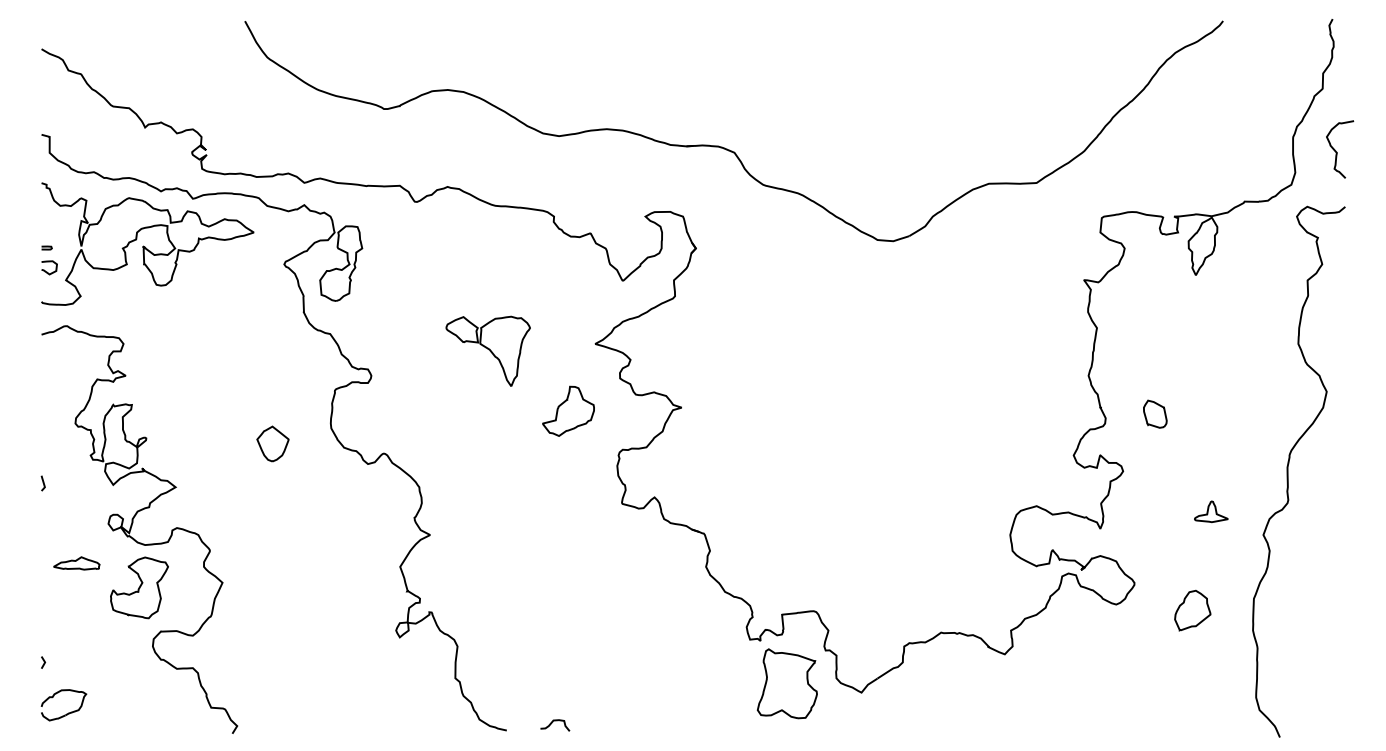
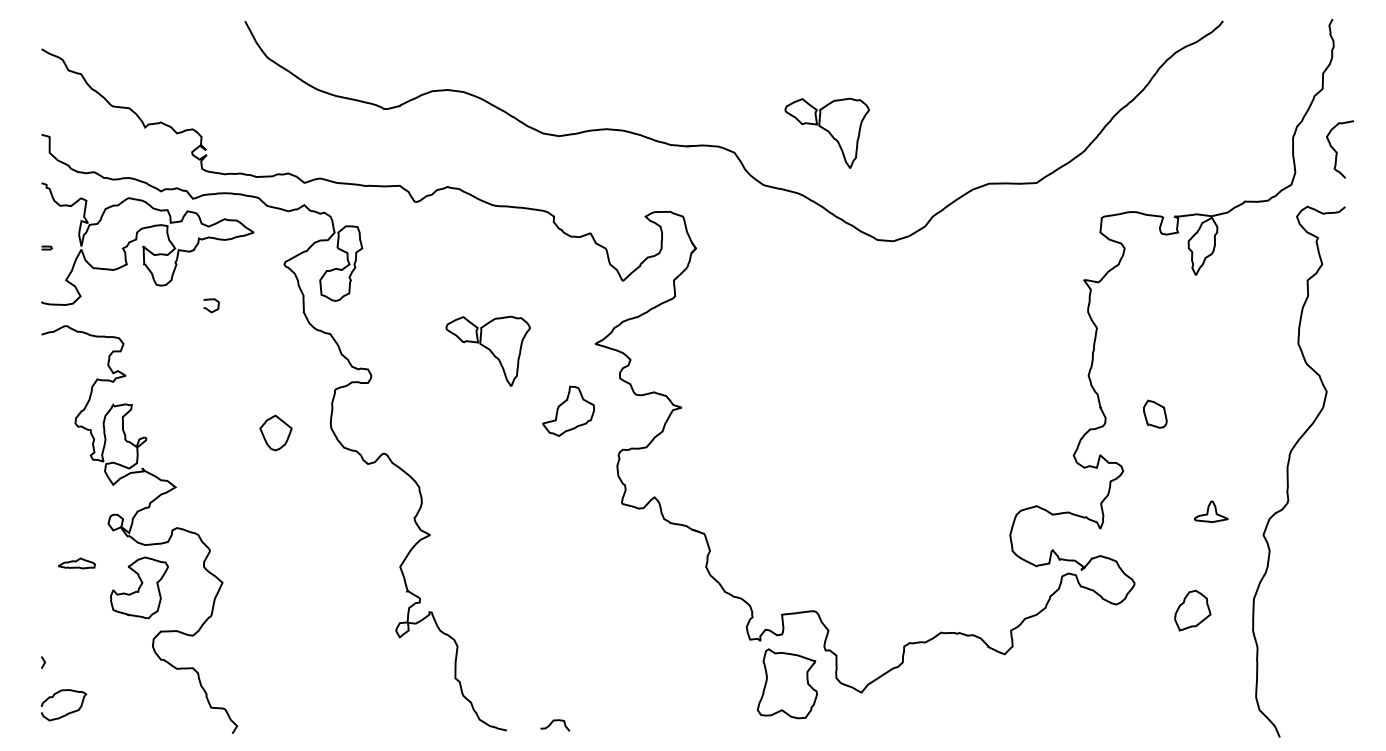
part at (826, 132): none -> present
curve at (47, 271) position: (47, 271) -> (209, 309)
part at (272, 443) position: (272, 443) -> (275, 432)
line at (42, 483): present -> none
part at (76, 563) size: 48x15 px -> 38x13 px
